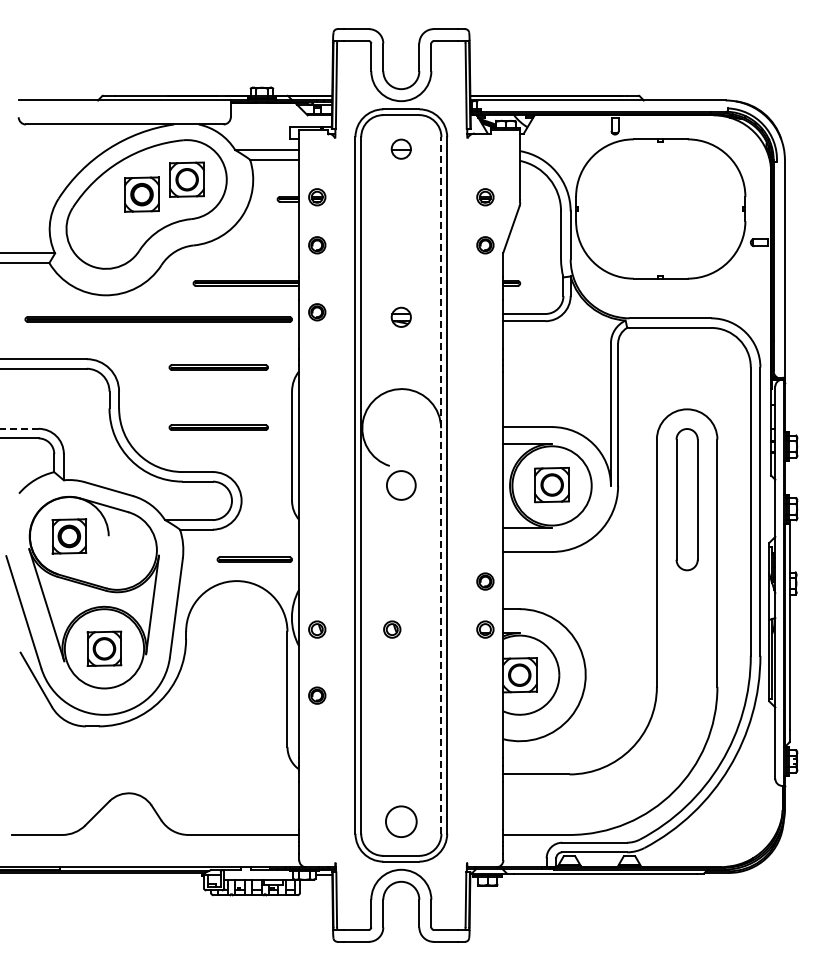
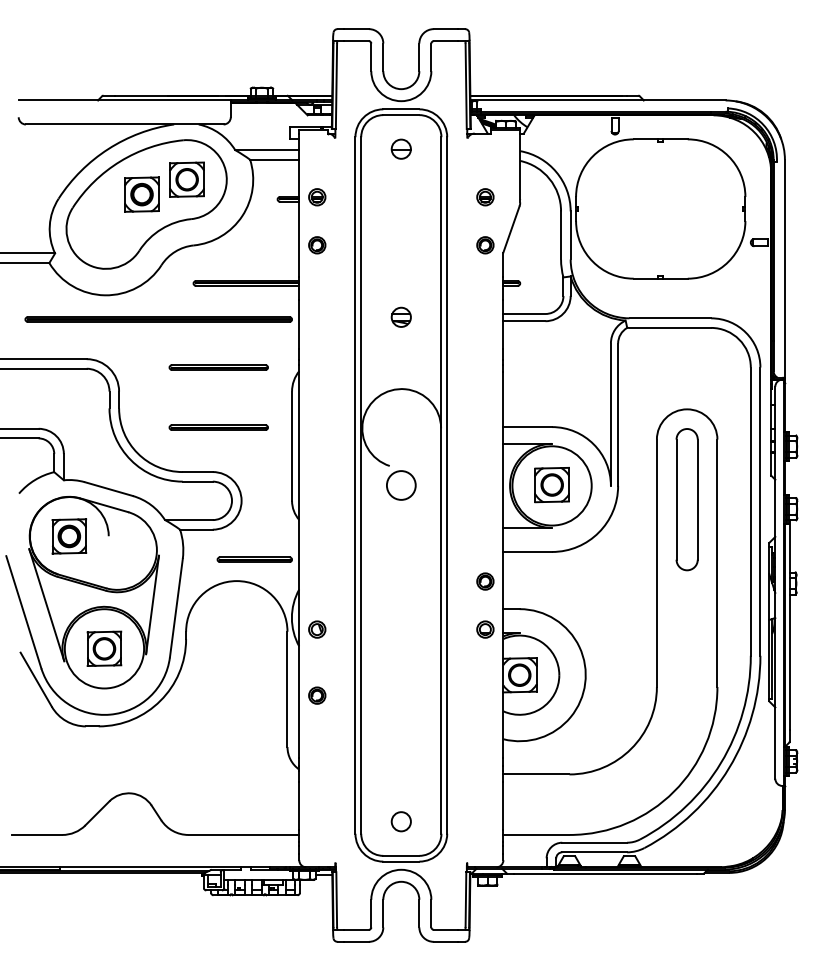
part at (317, 312): present -> none
line at (19, 428): dashed -> solid
line at (441, 485): dashed -> solid
part at (392, 629): present -> none
circle at (400, 821) diameter: 31 px -> 19 px
